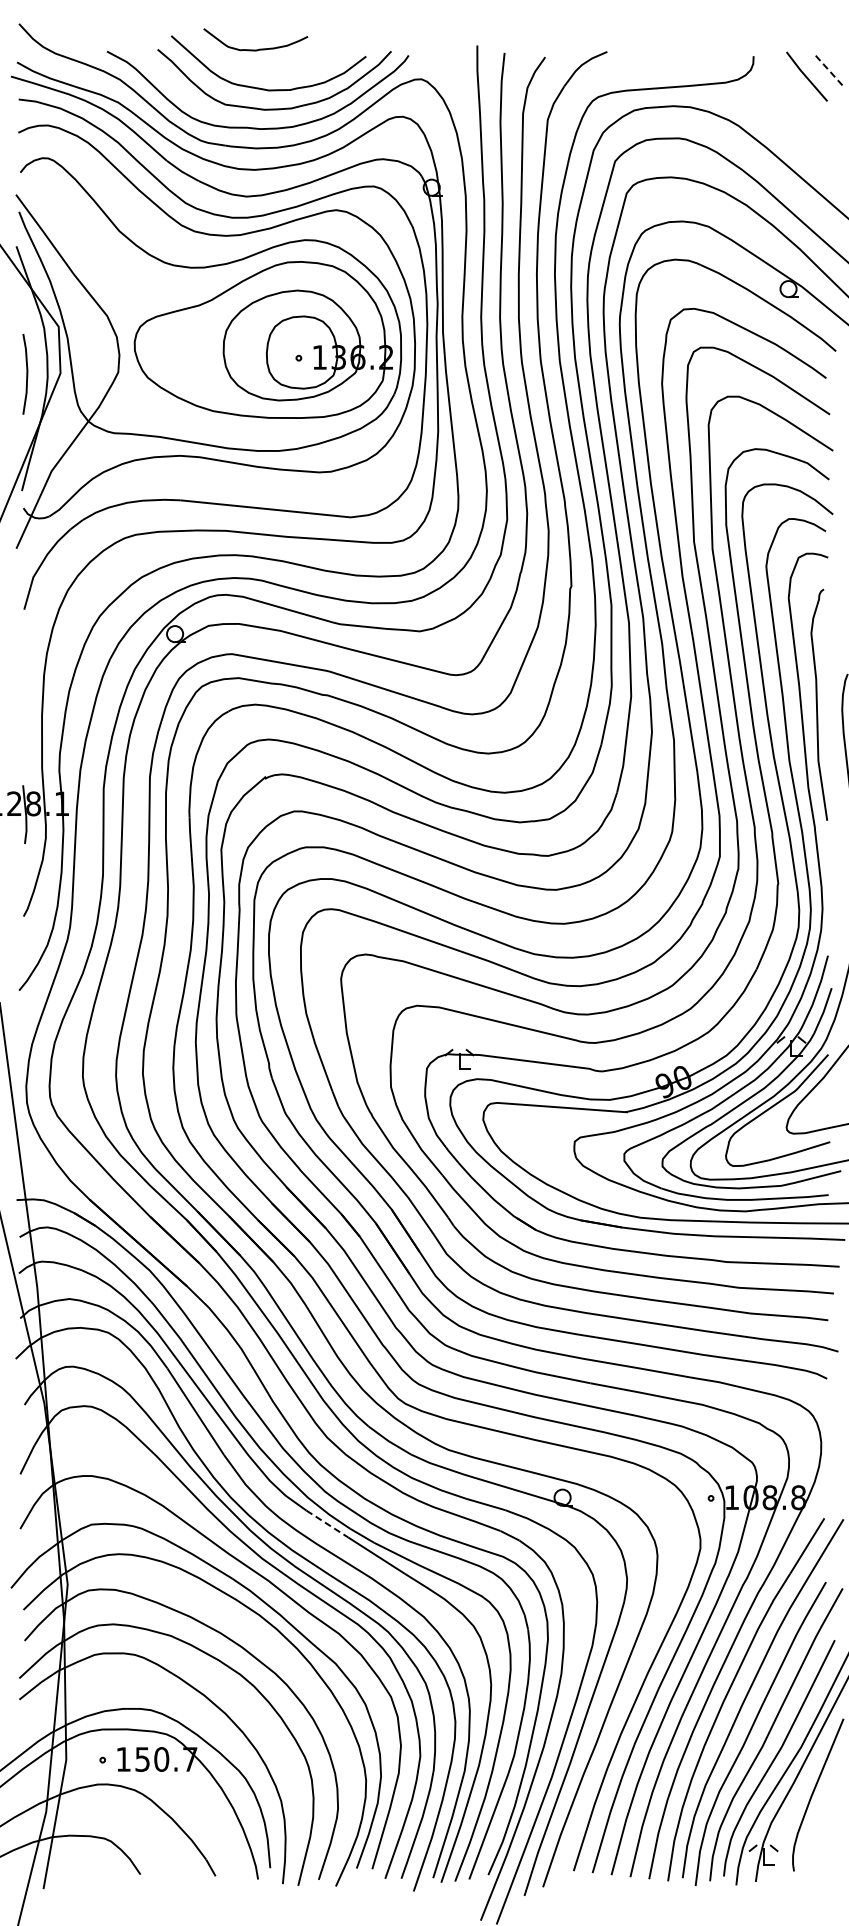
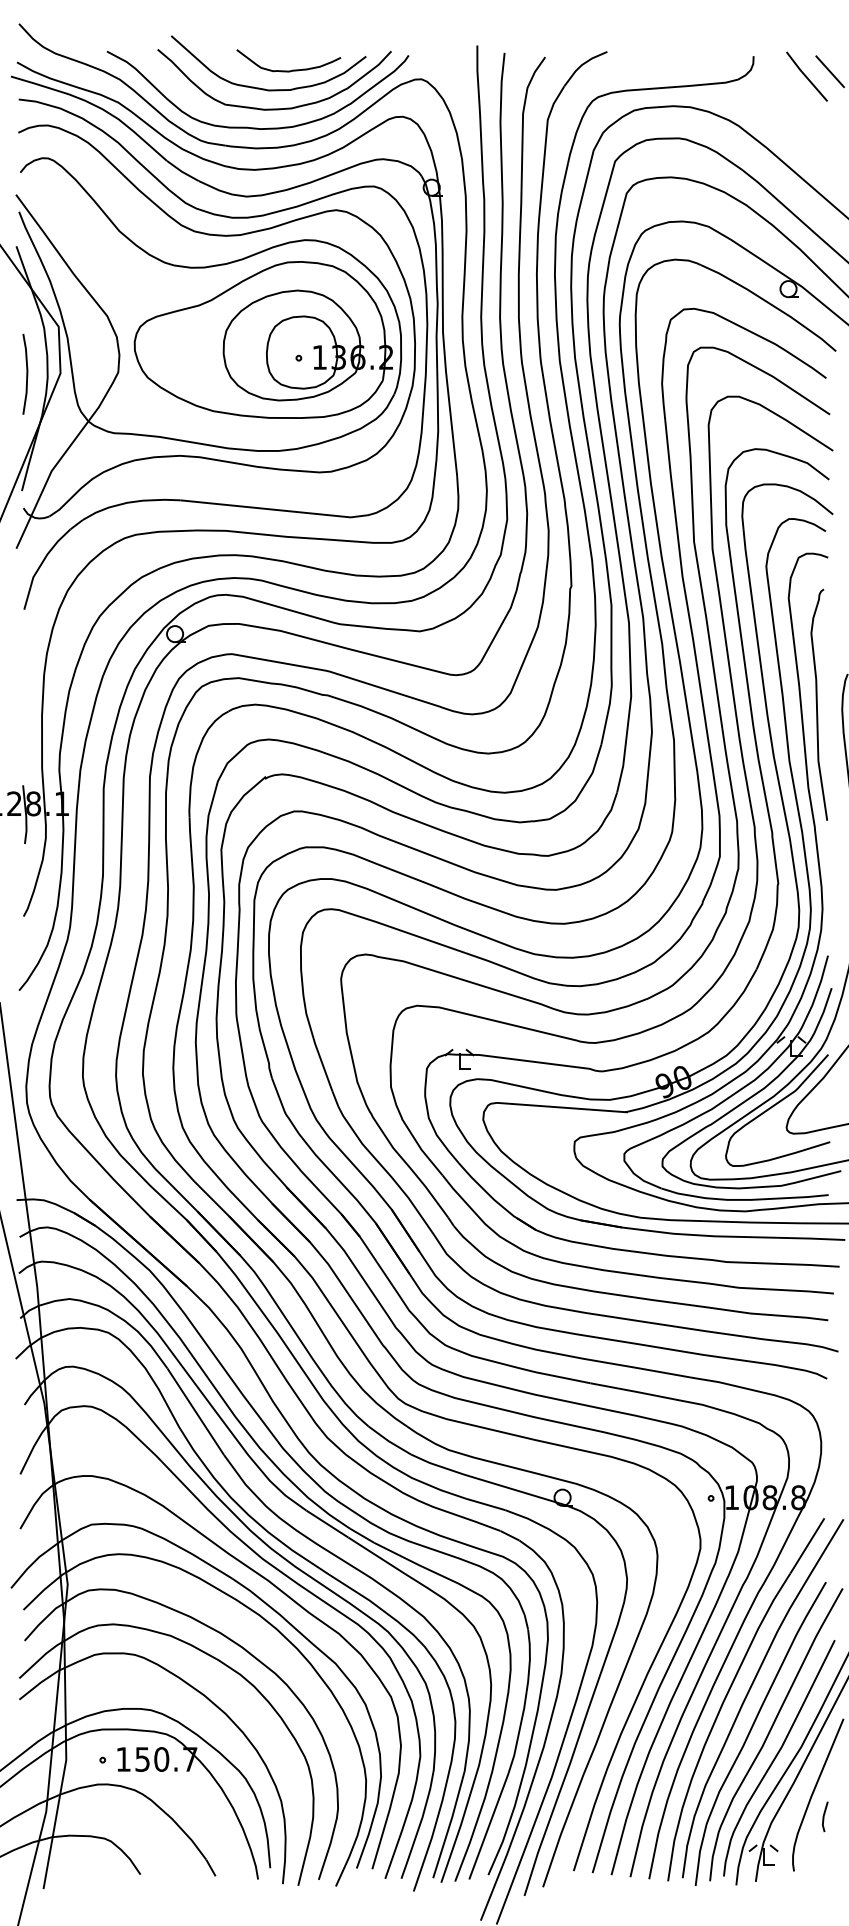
curve at (259, 48) position: (259, 48) -> (292, 69)
line at (830, 71): dashed -> solid
line at (327, 1524): dashed -> solid
line at (824, 1816): none -> present
